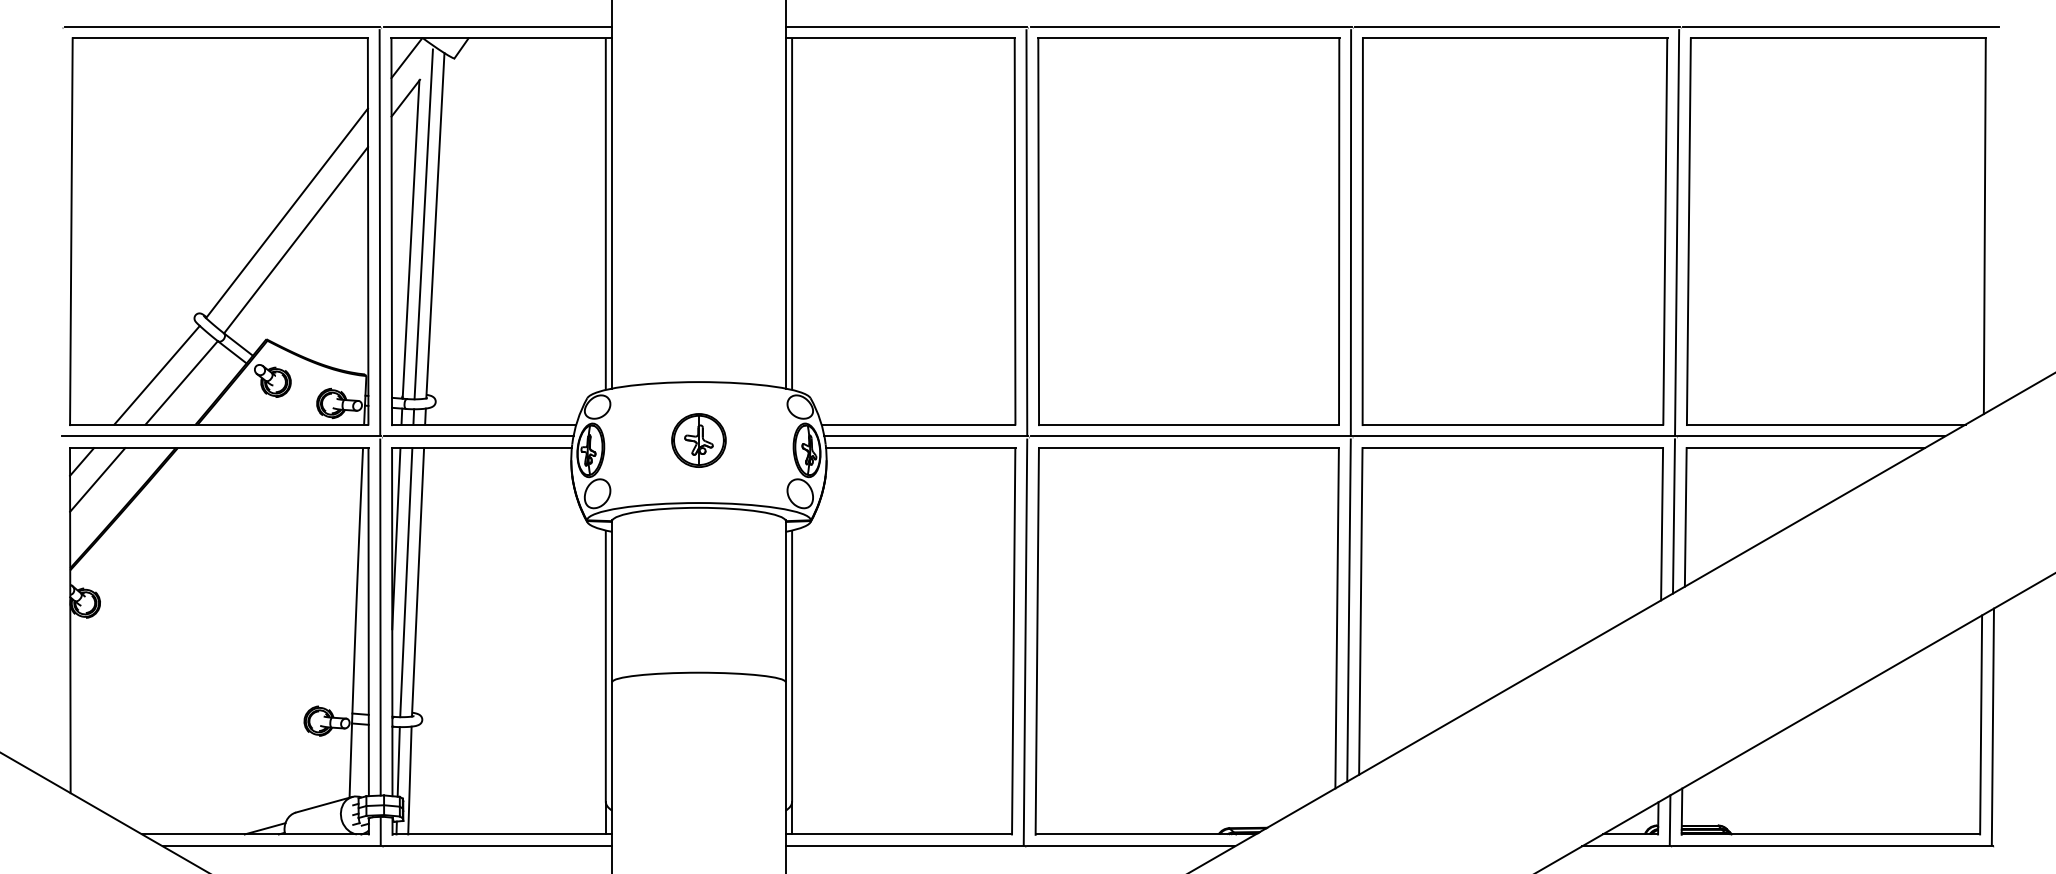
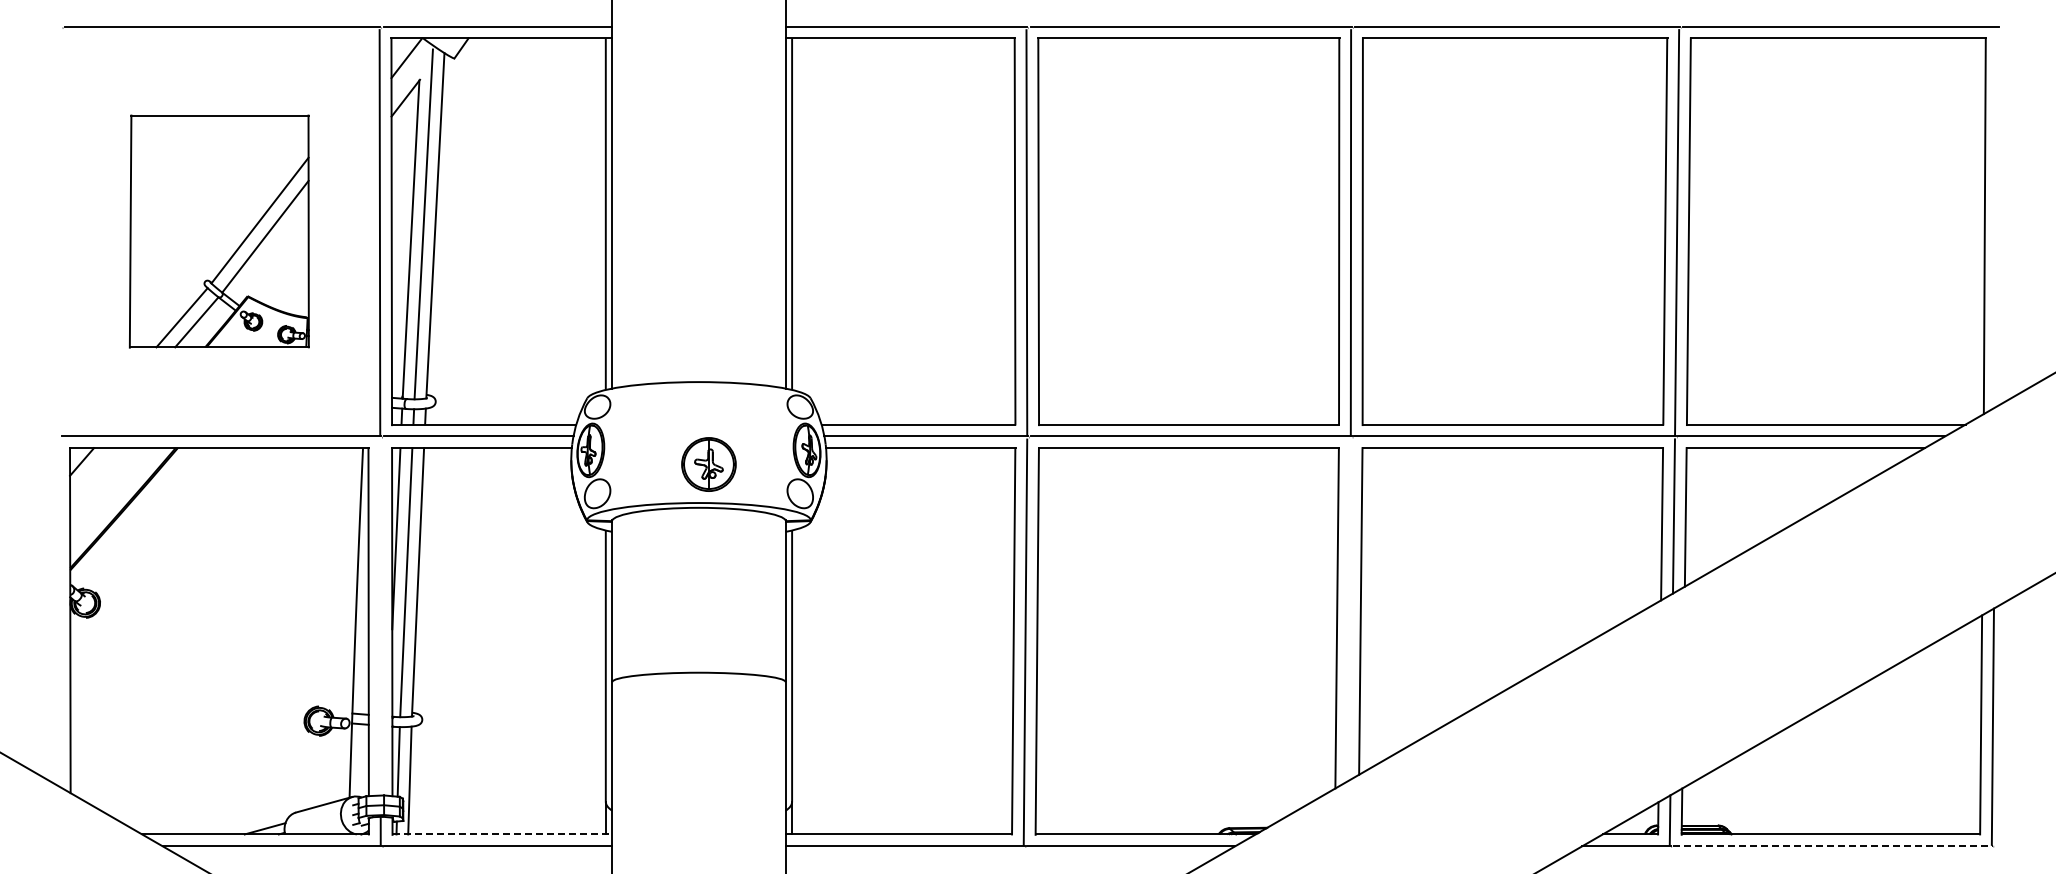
part at (219, 231) size: 301x389 px -> 182x235 px
part at (698, 440) position: (698, 440) -> (708, 464)
line at (97, 479): present -> none
line at (1348, 610): present -> none
line at (380, 617): present -> none
line at (502, 834): solid -> dashed
line at (1833, 846): solid -> dashed
